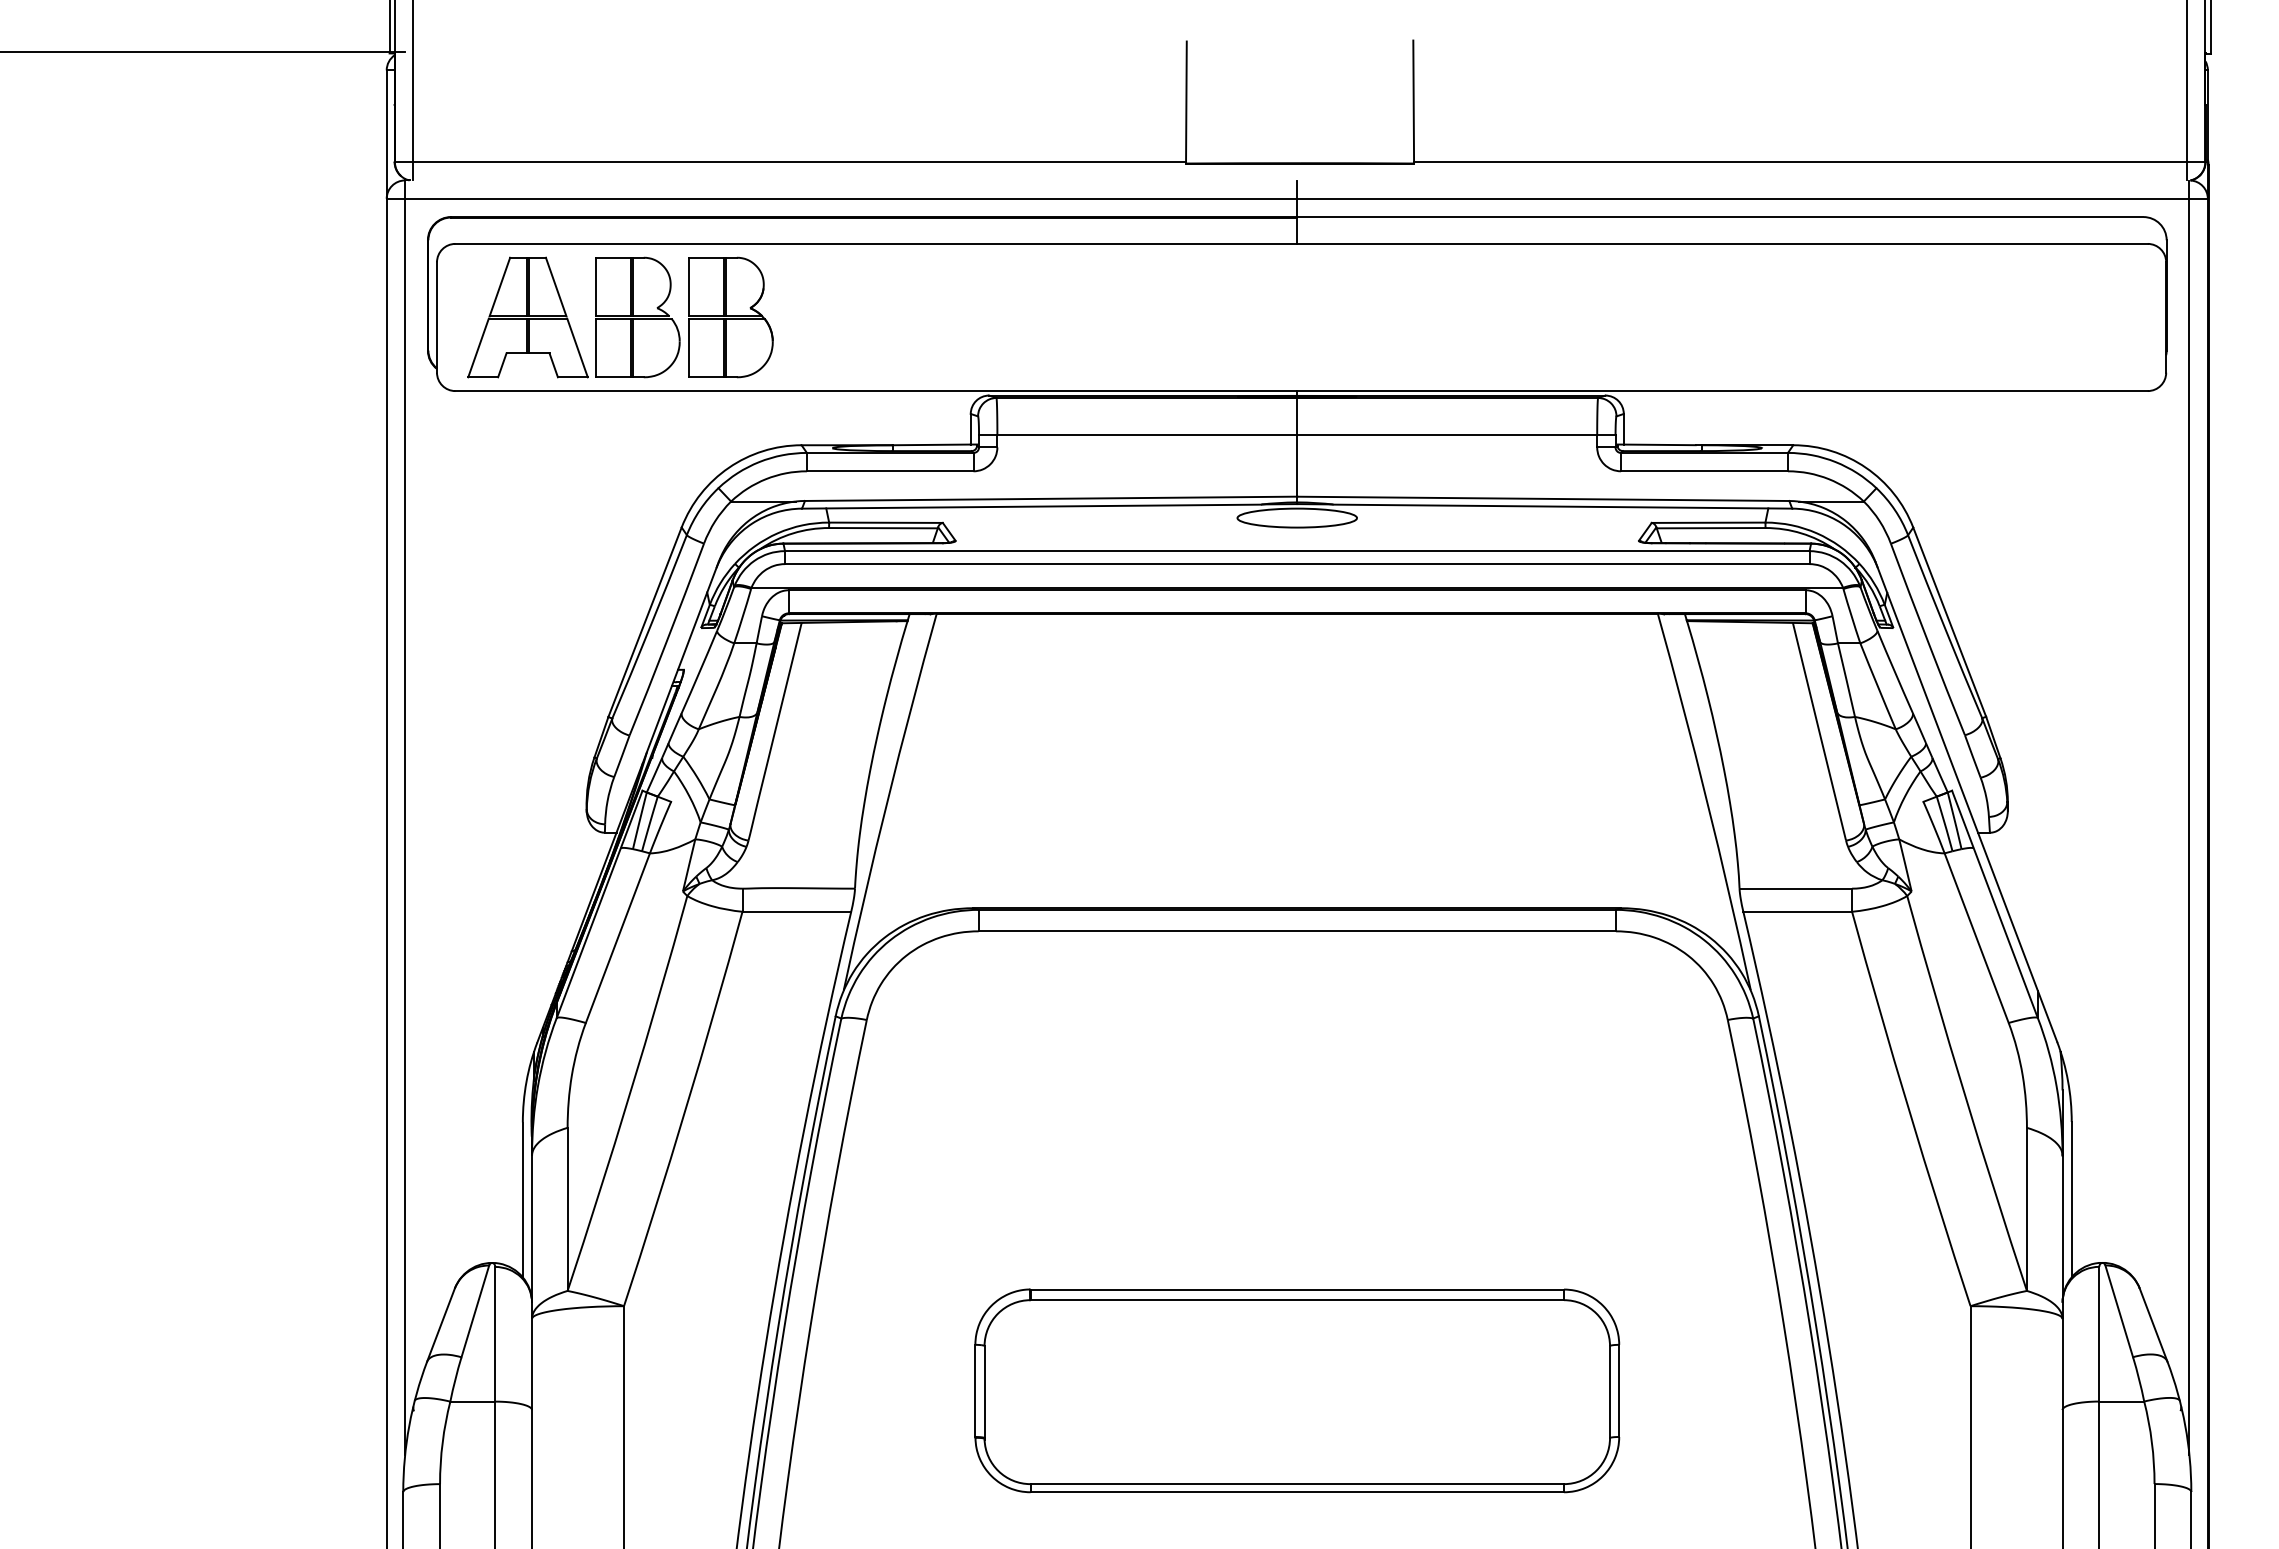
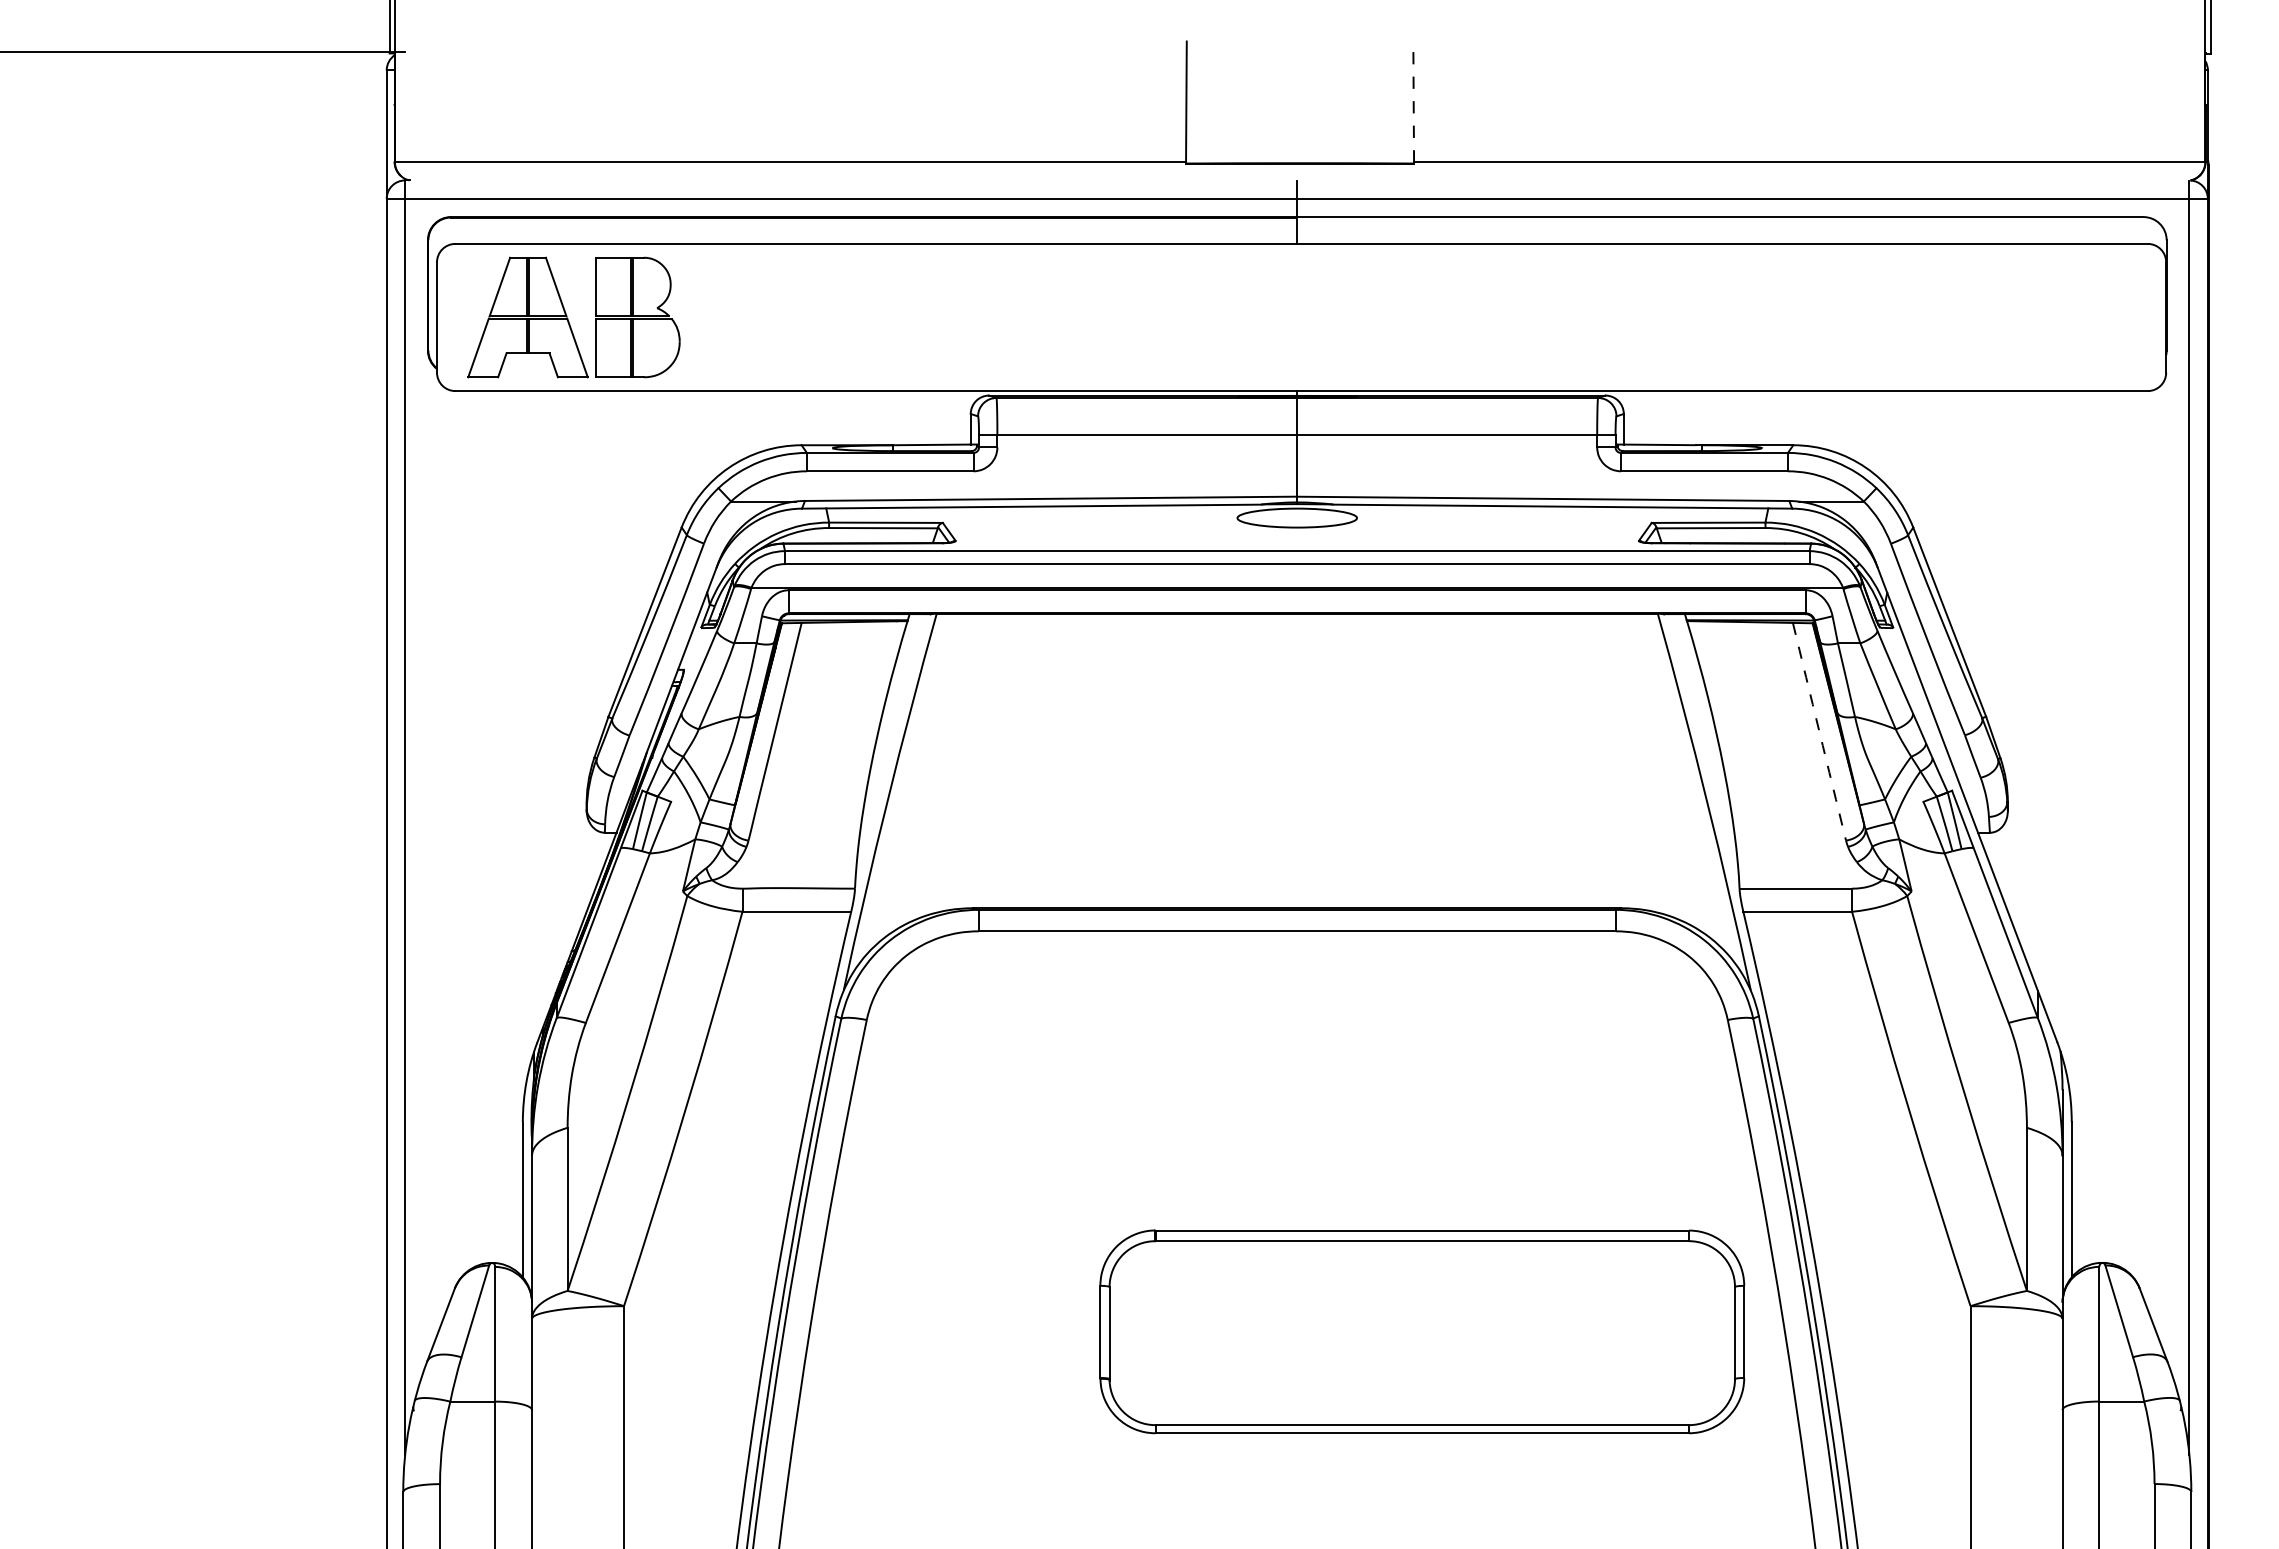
line at (413, 91): present -> none
line at (2186, 91): present -> none
line at (1413, 101): solid -> dashed
part at (730, 317): present -> none
arc at (1819, 731): solid -> dashed
part at (1297, 1390) position: (1297, 1390) -> (1422, 1331)
